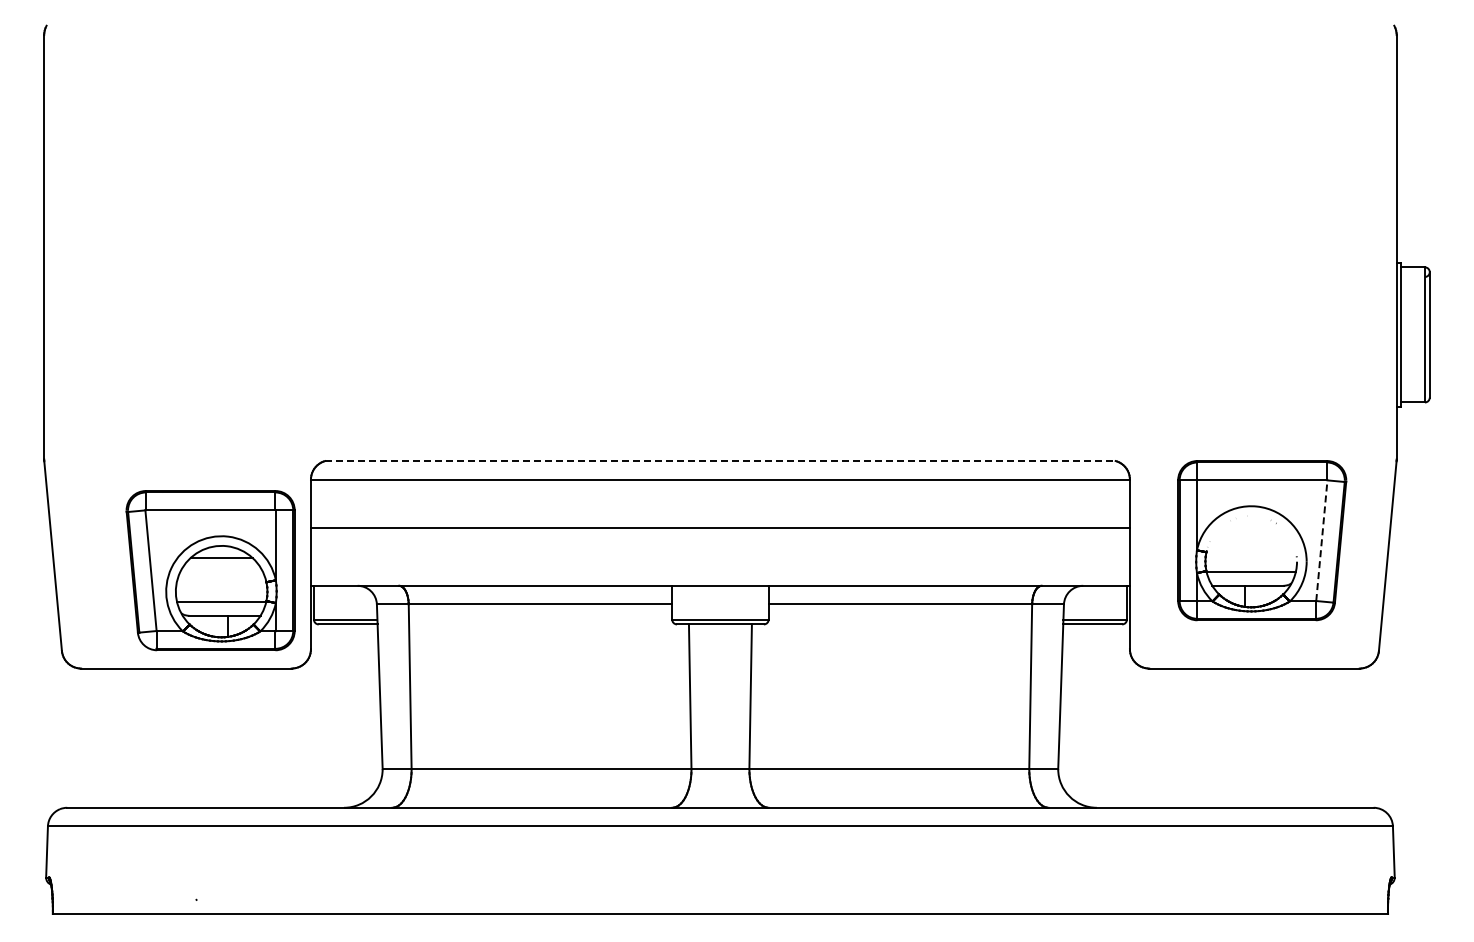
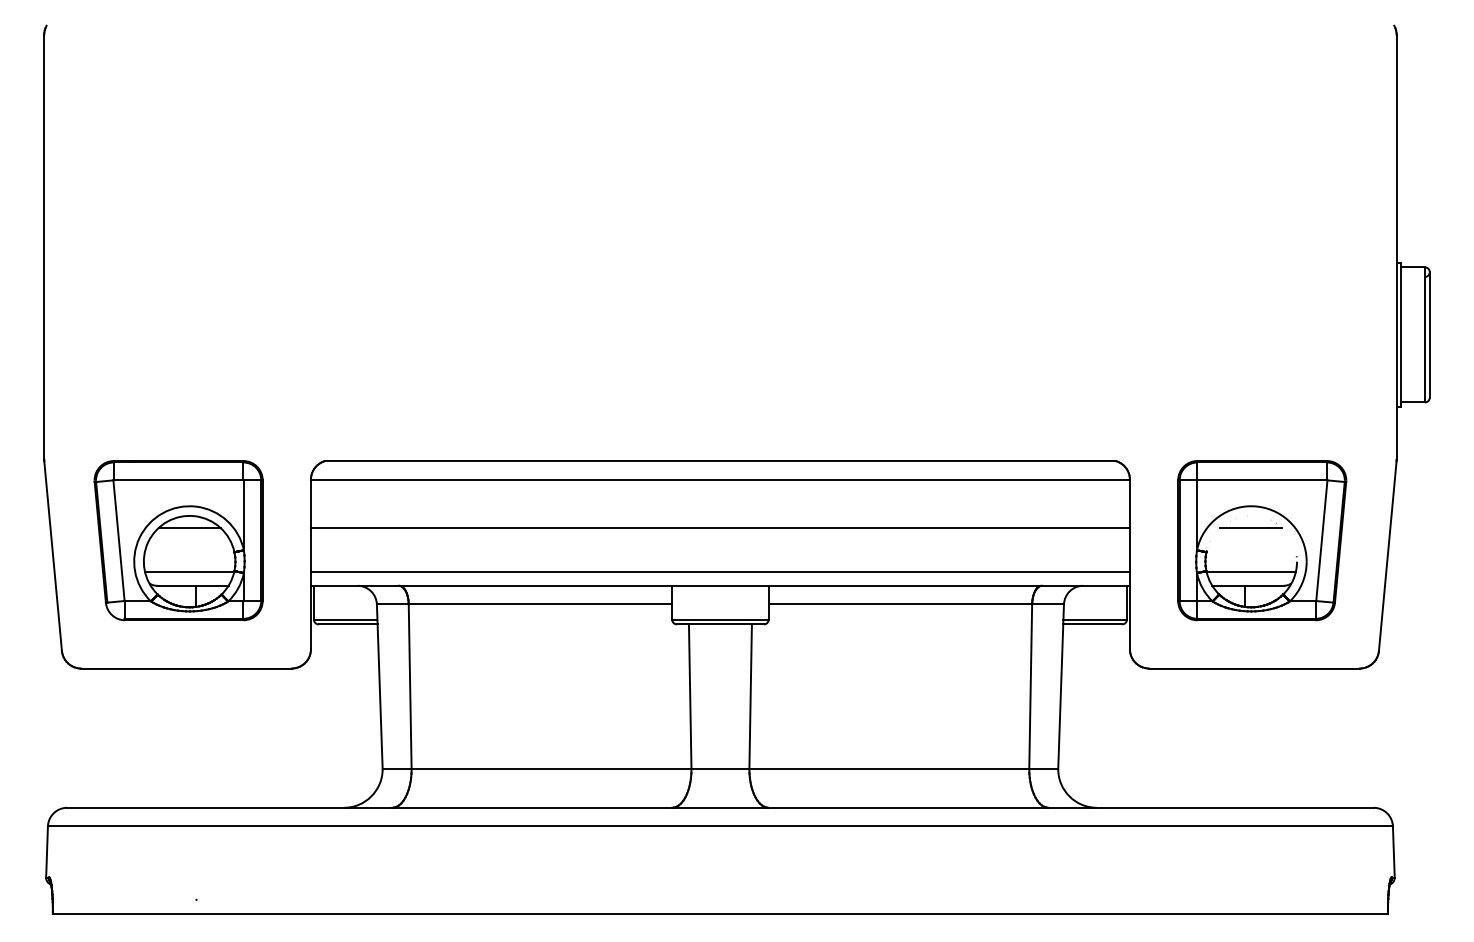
line at (720, 461): dashed -> solid
line at (1251, 527): none -> present
line at (1321, 540): dashed -> solid
part at (210, 570) position: (210, 570) -> (178, 540)
line at (719, 571): none -> present
